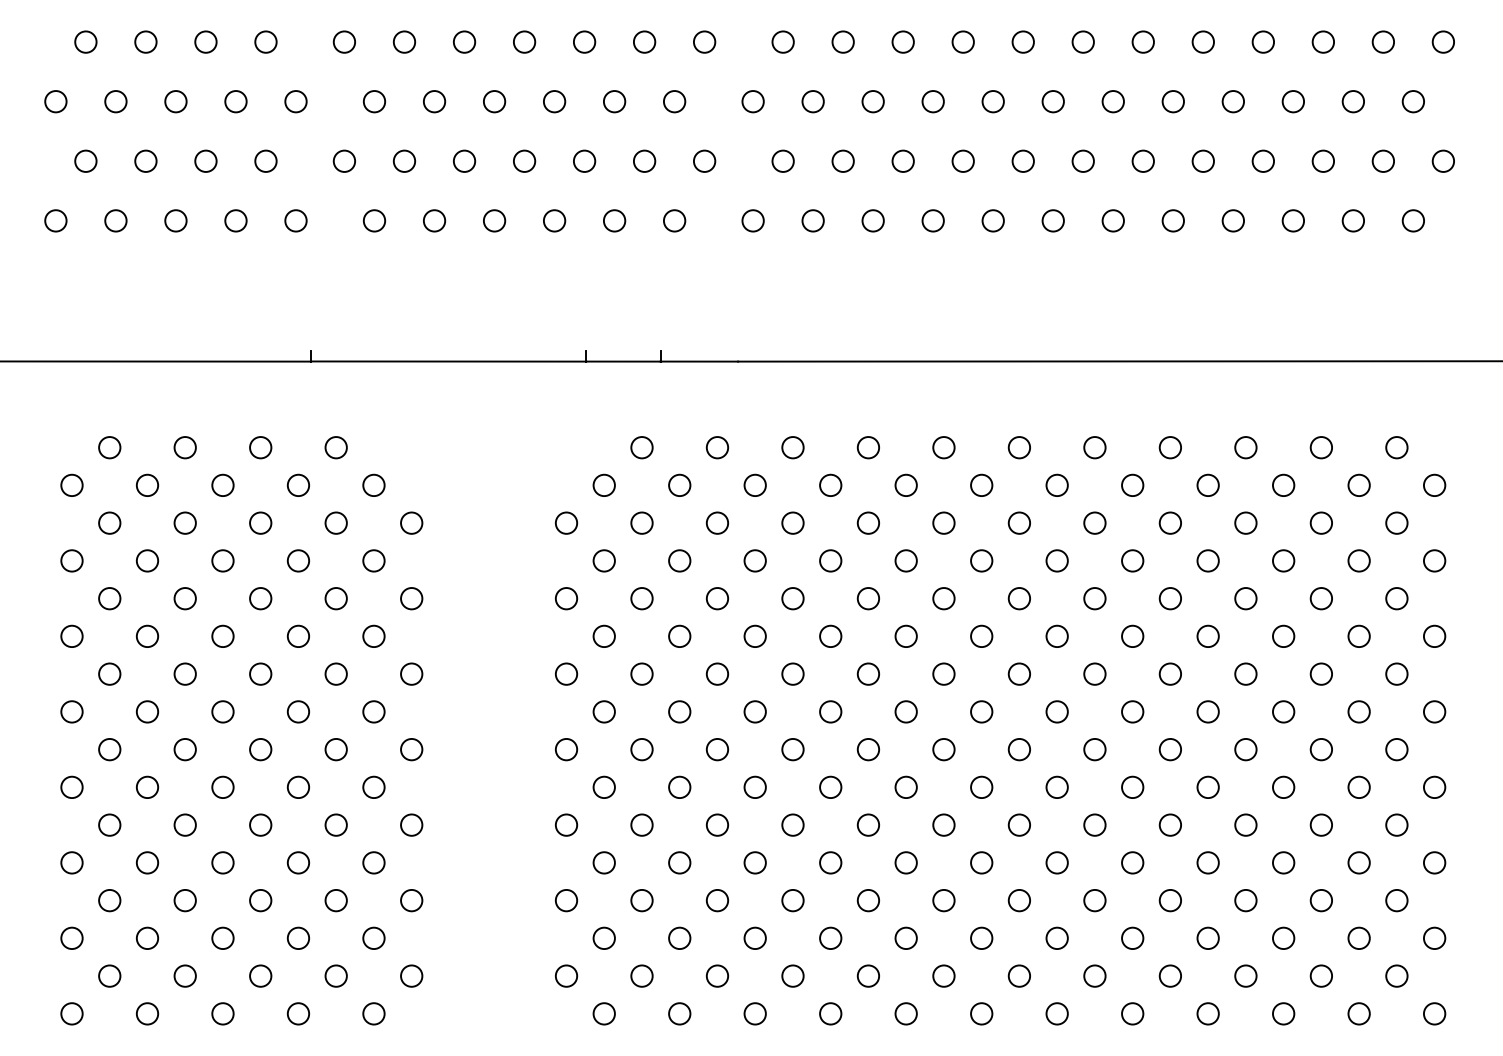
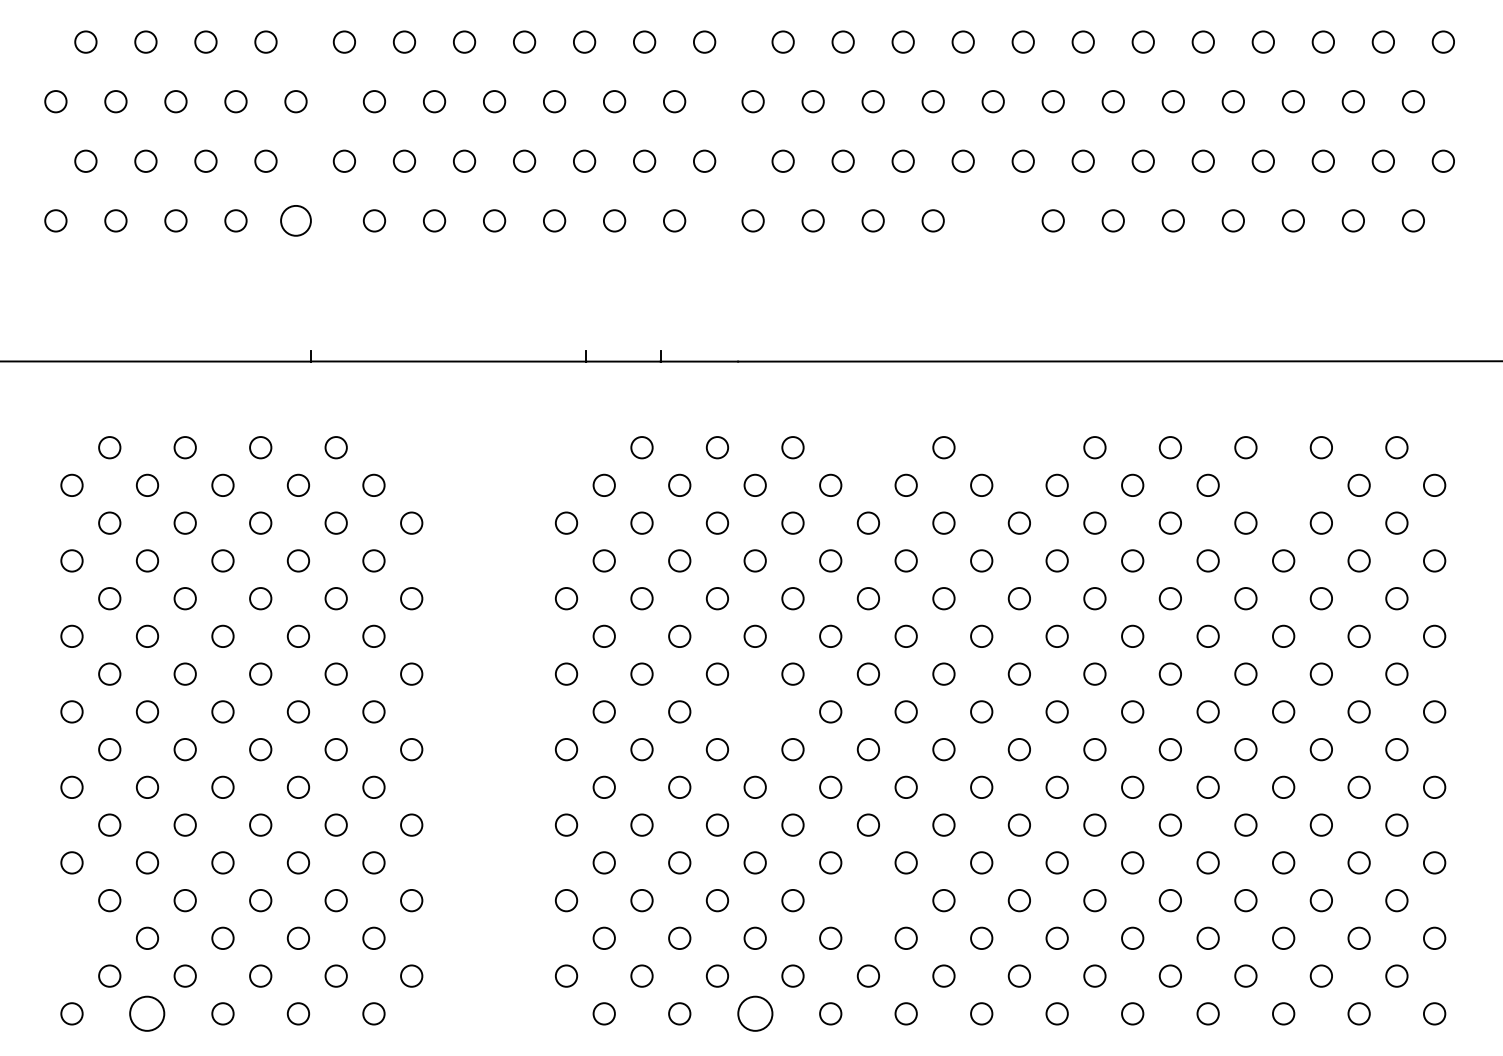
circle at (295, 220) size: 24x24 px -> 32x32 px
circle at (992, 220): present -> none
circle at (867, 447): present -> none
circle at (1018, 447): present -> none
circle at (1283, 484): present -> none
circle at (754, 711): present -> none
circle at (867, 900): present -> none
circle at (71, 937): present -> none
circle at (147, 1013) size: 24x24 px -> 37x37 px
circle at (754, 1013) size: 24x24 px -> 37x37 px
